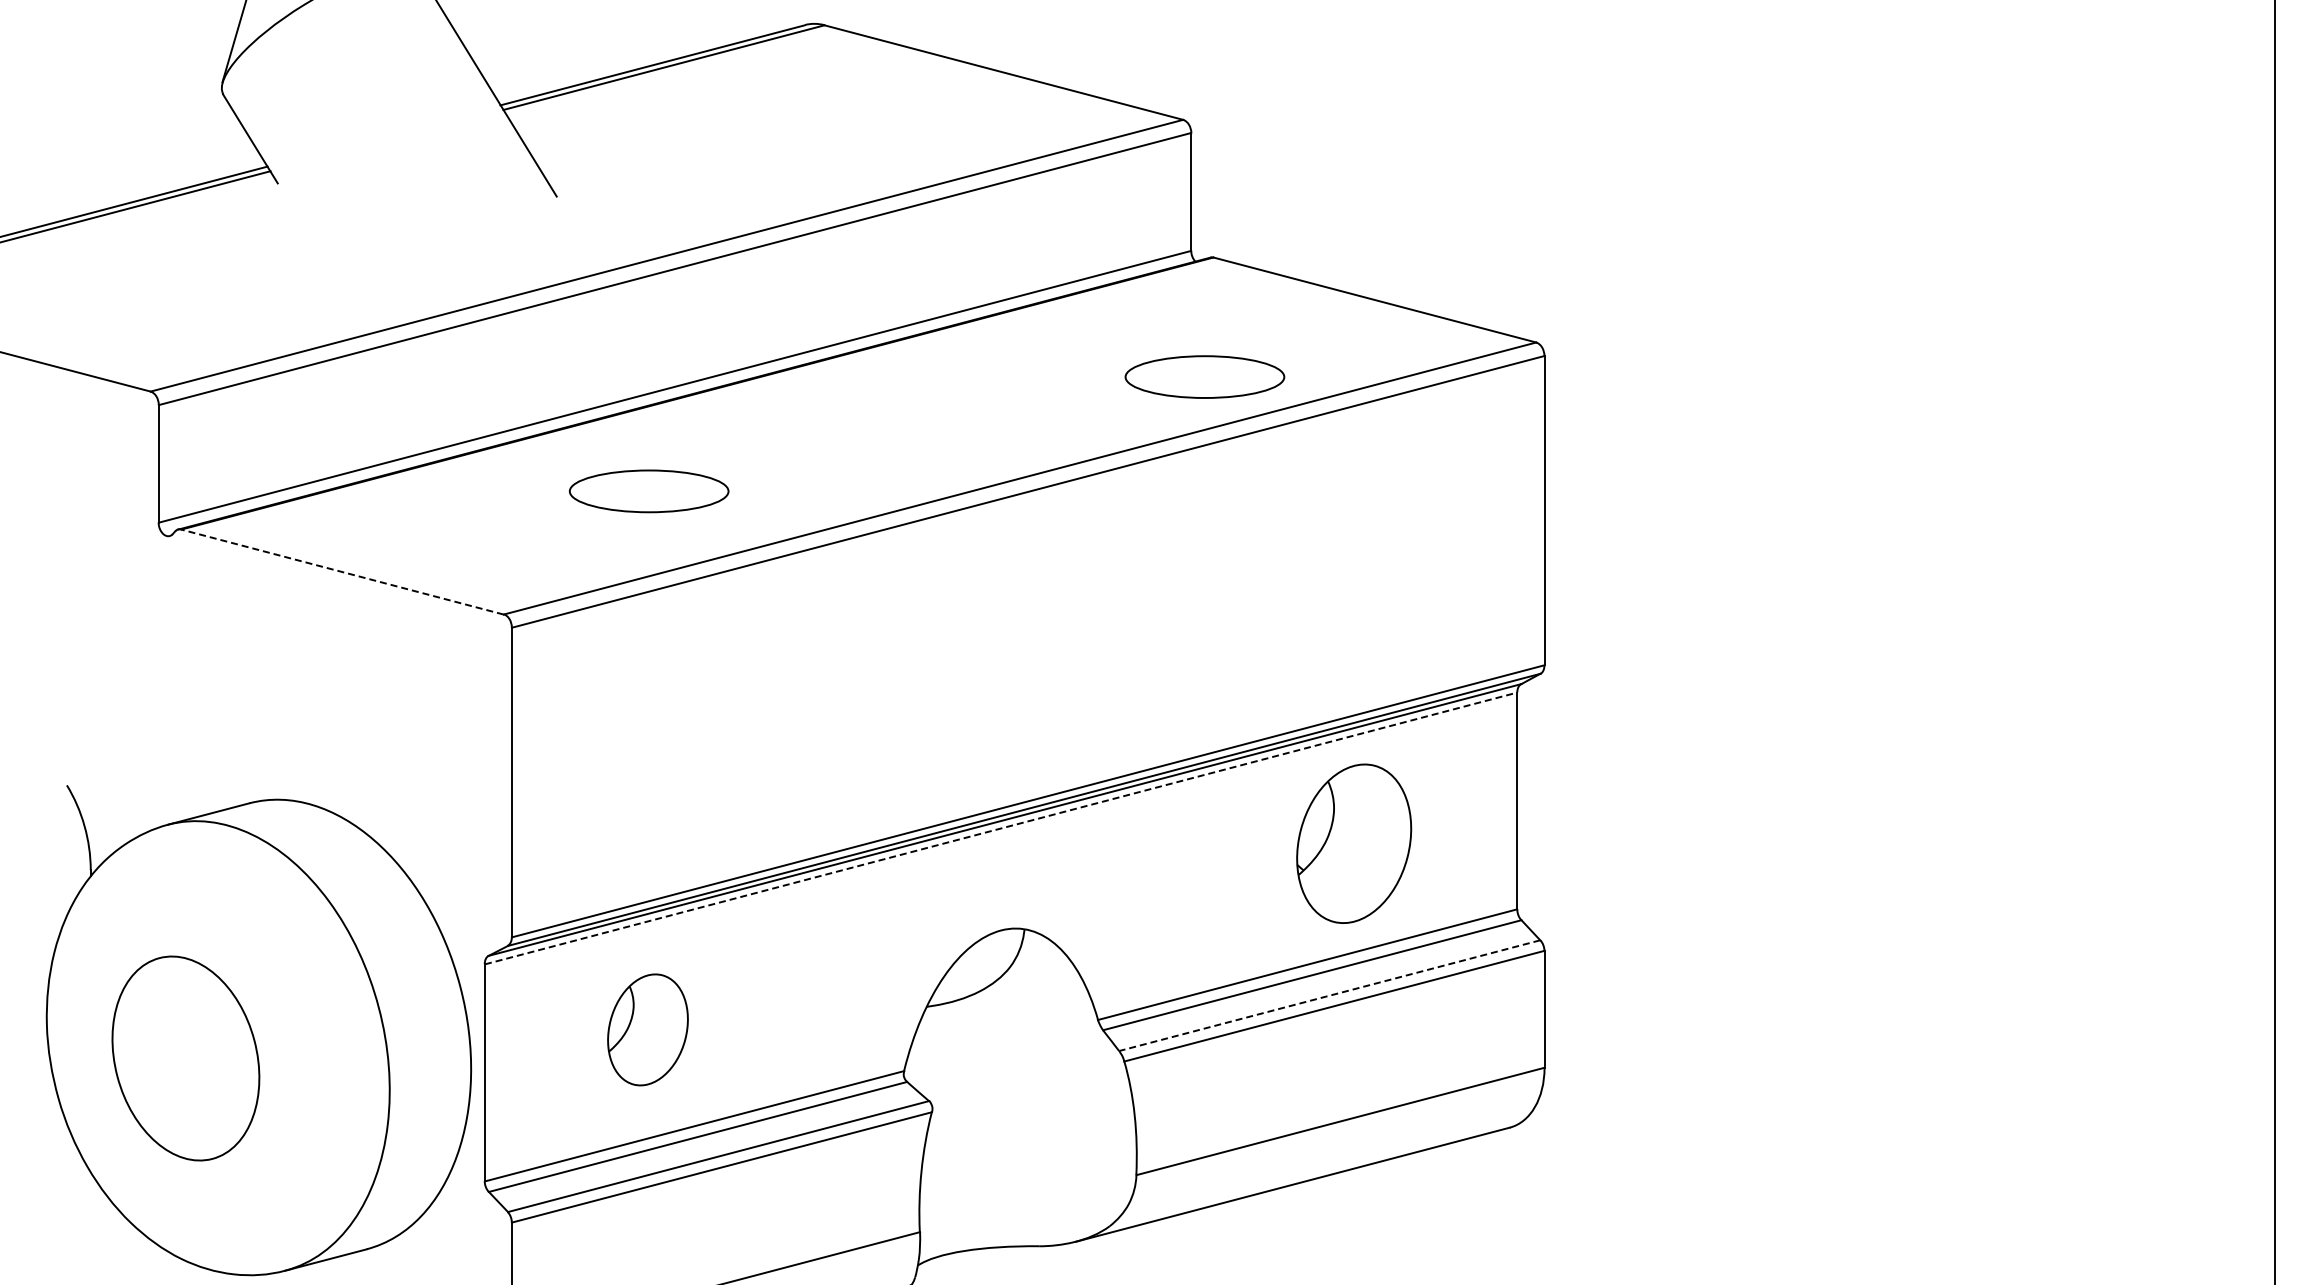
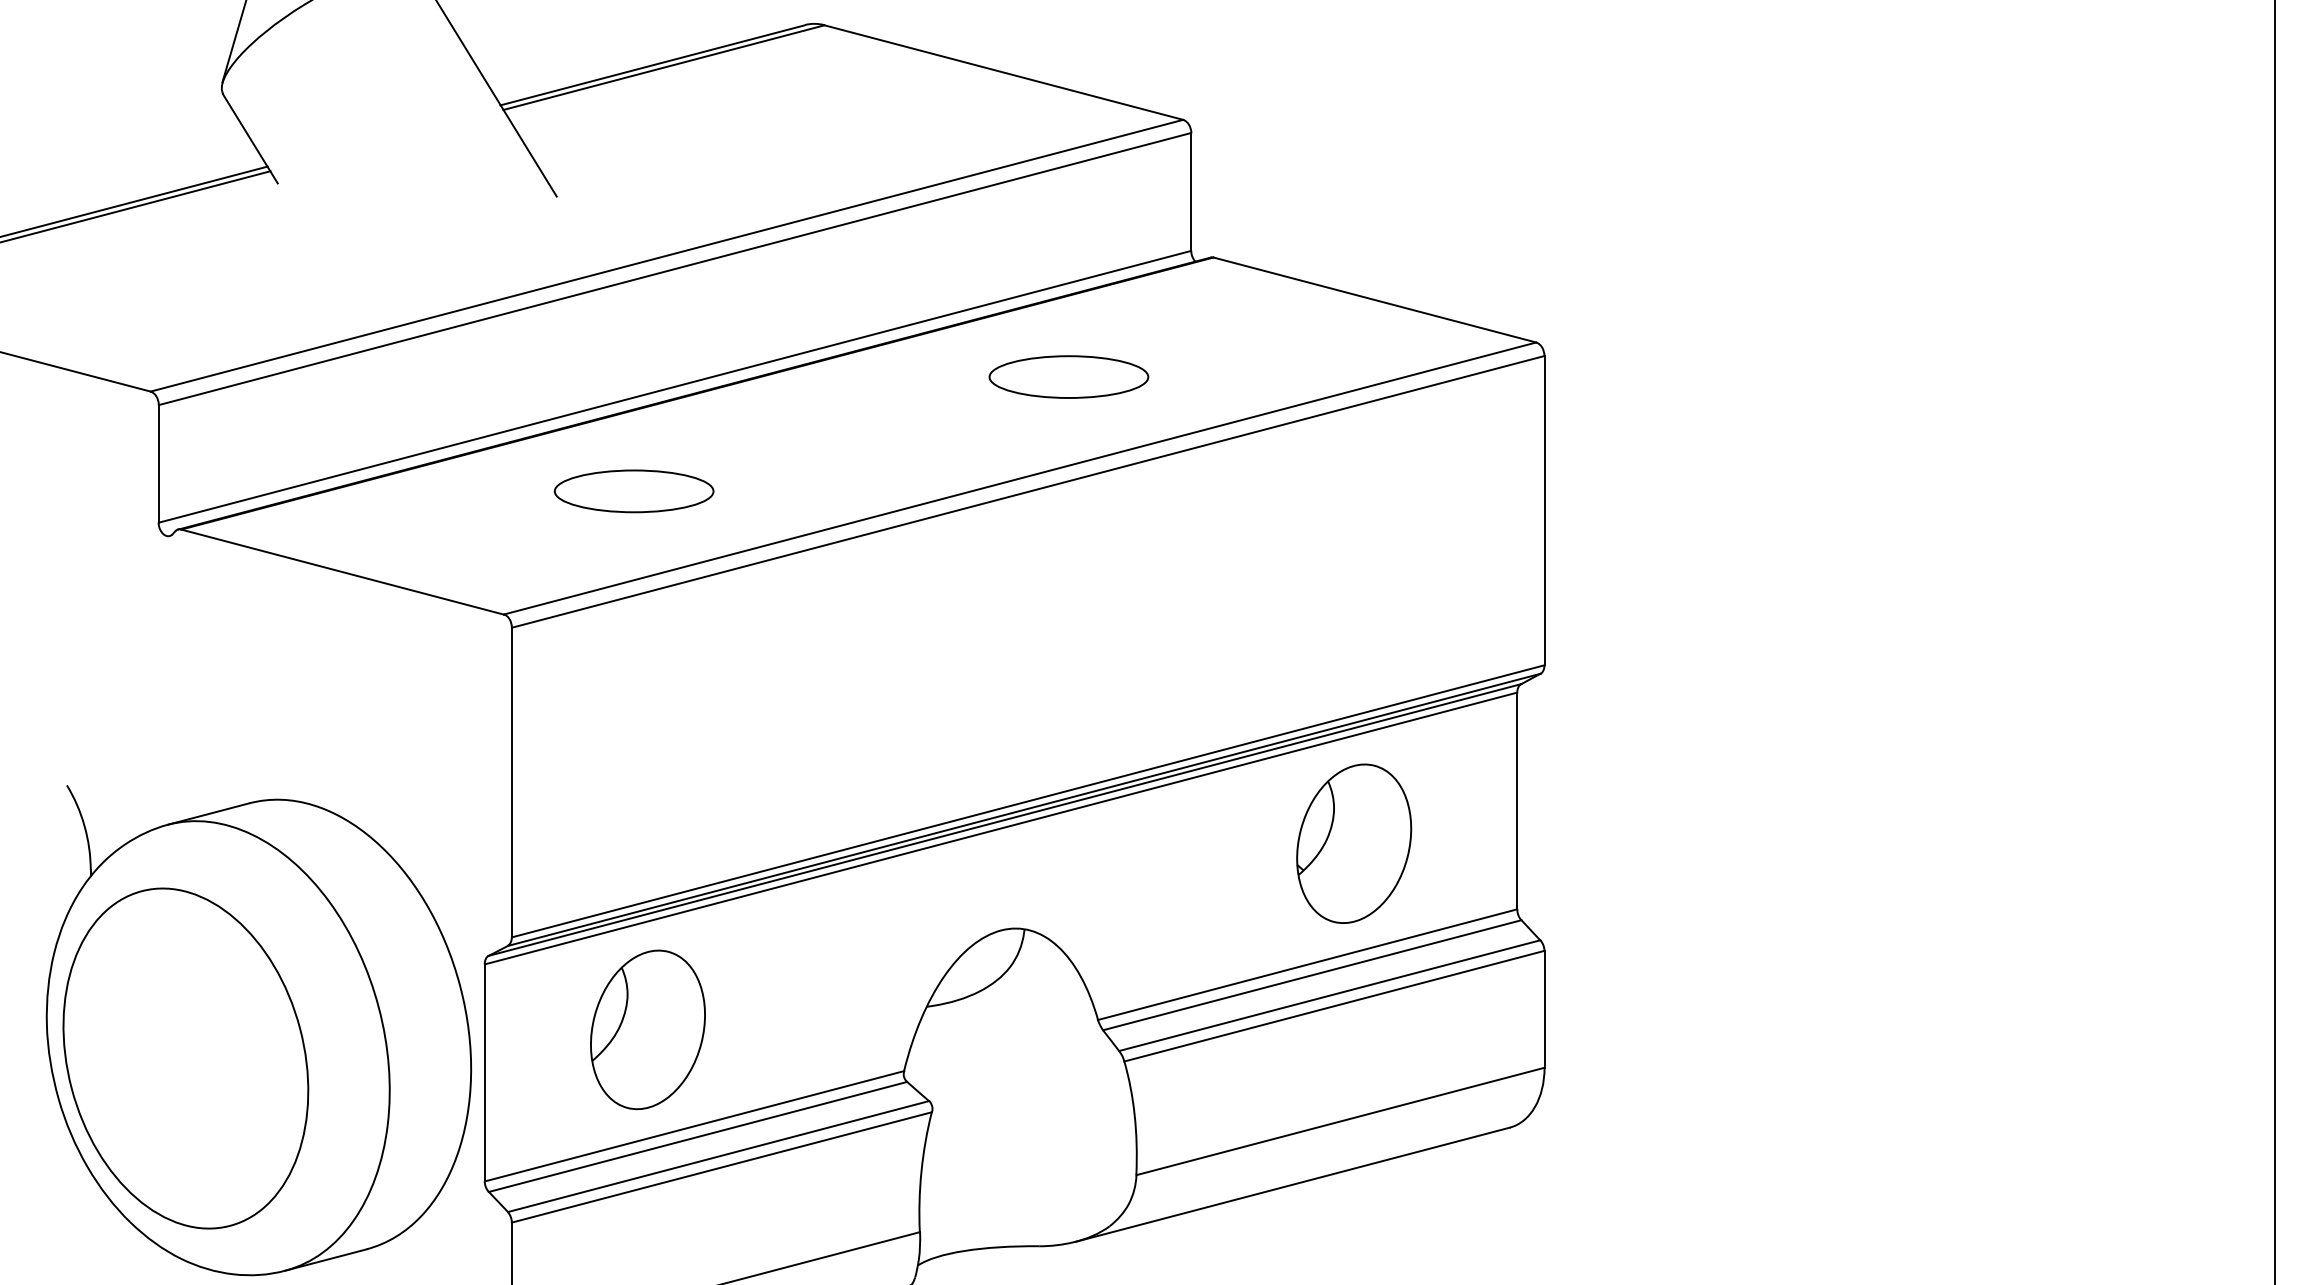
part at (1204, 376) position: (1204, 376) -> (1068, 376)
part at (648, 491) position: (648, 491) -> (633, 491)
line at (342, 572): dashed -> solid
line at (1001, 828): dashed -> solid
line at (1329, 995): dashed -> solid
part at (647, 1029) size: 82x114 px -> 116x162 px
part at (185, 1058) size: 150x207 px -> 248x343 px
